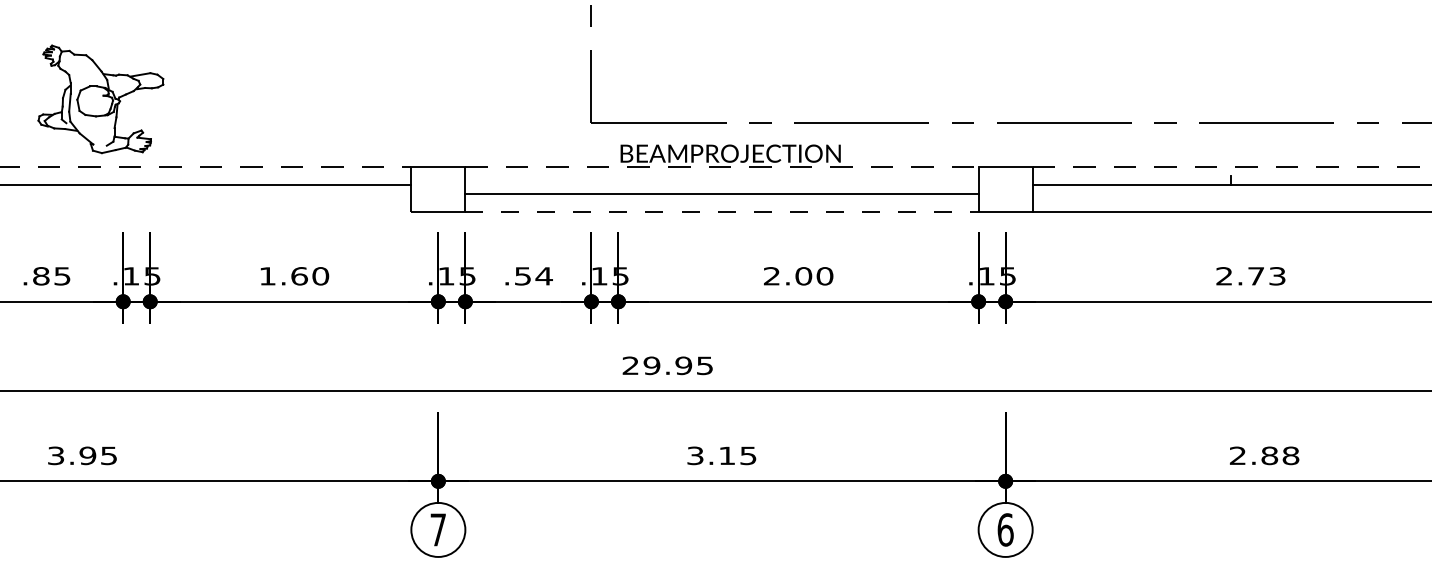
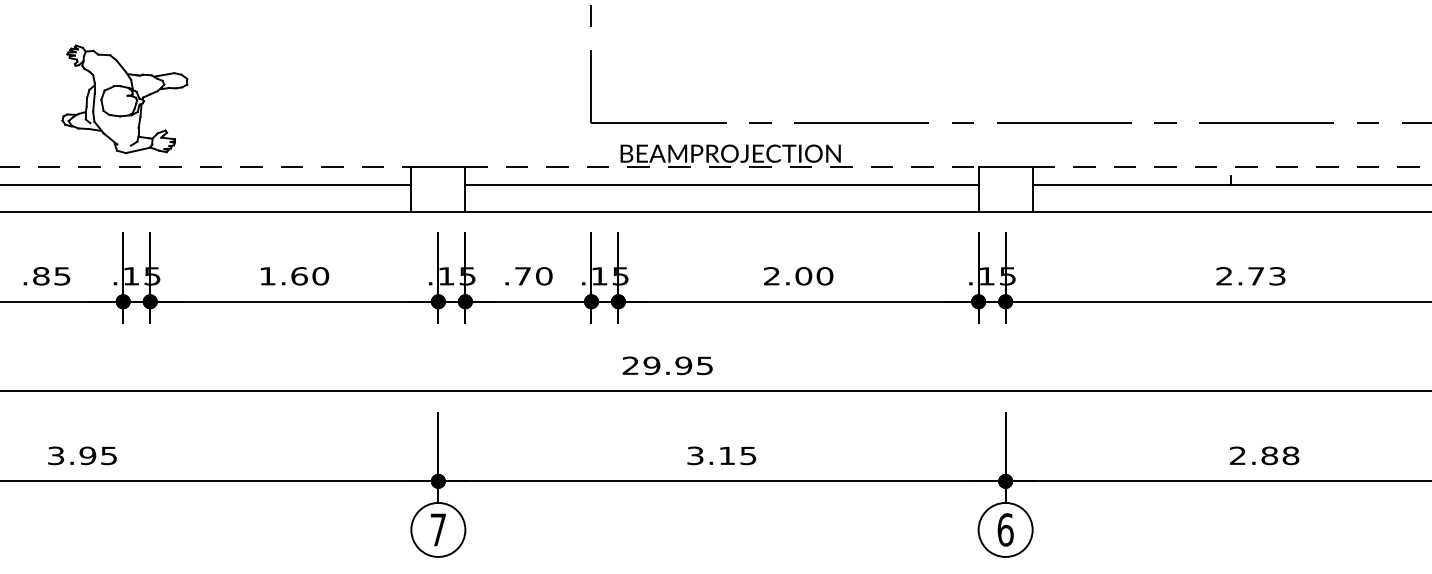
part at (100, 99) position: (100, 99) -> (124, 99)
line at (721, 193) position: (721, 193) -> (721, 184)
line at (206, 211): none -> present
line at (722, 211): dashed -> solid
text at (533, 276): .54 -> .70
